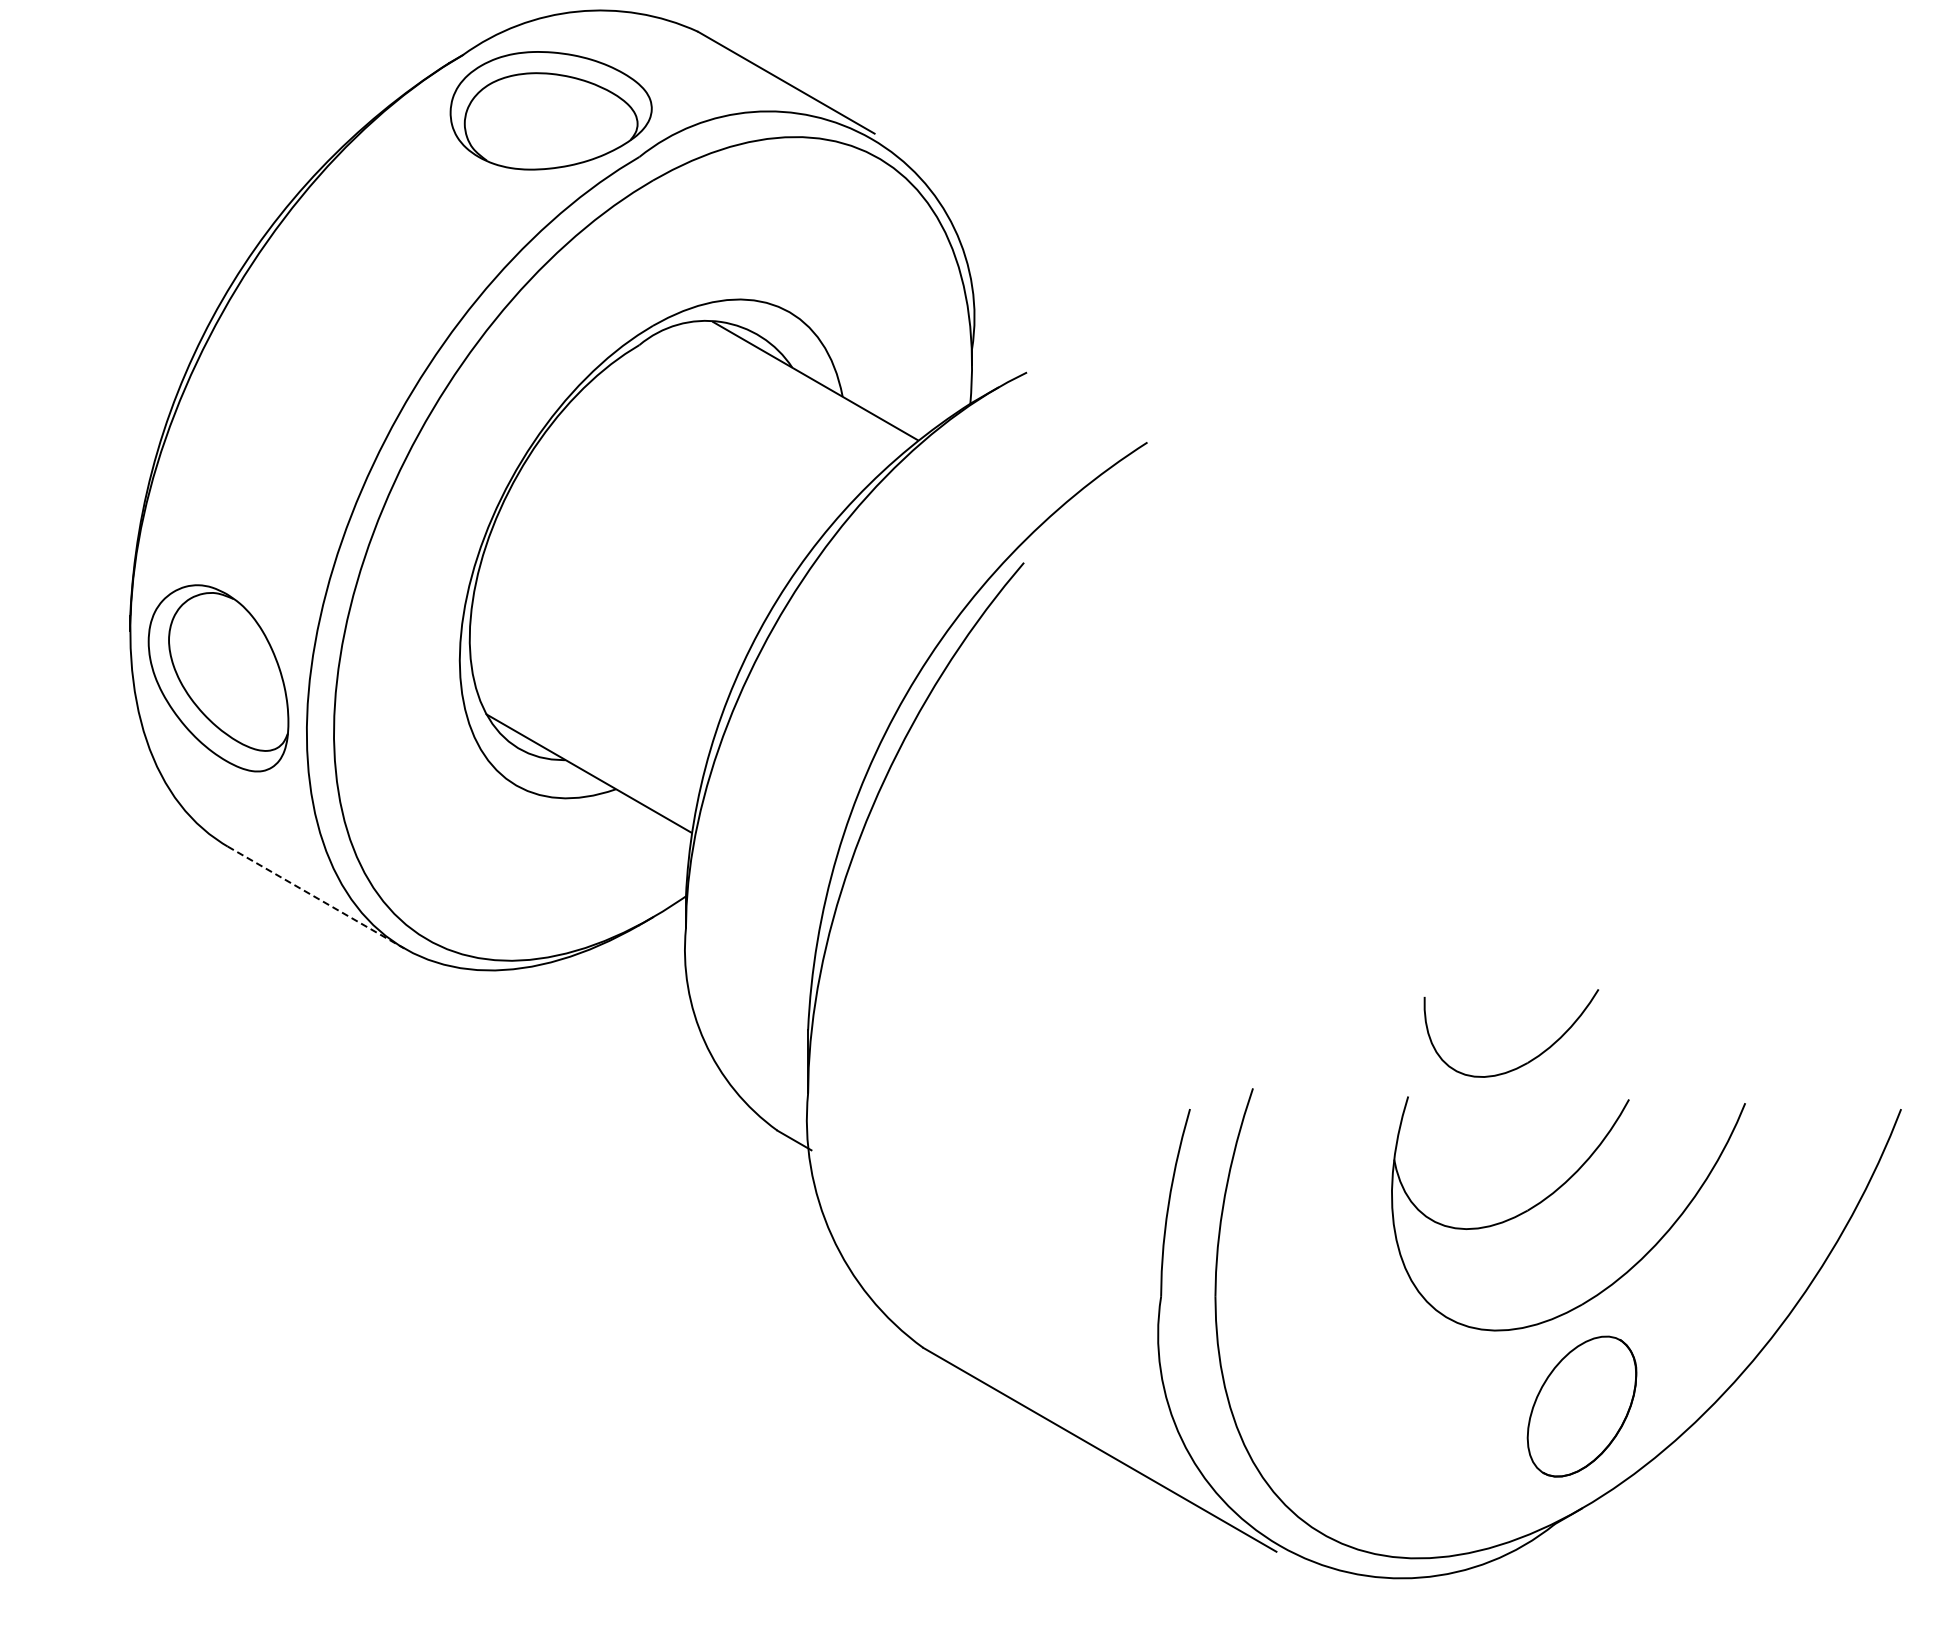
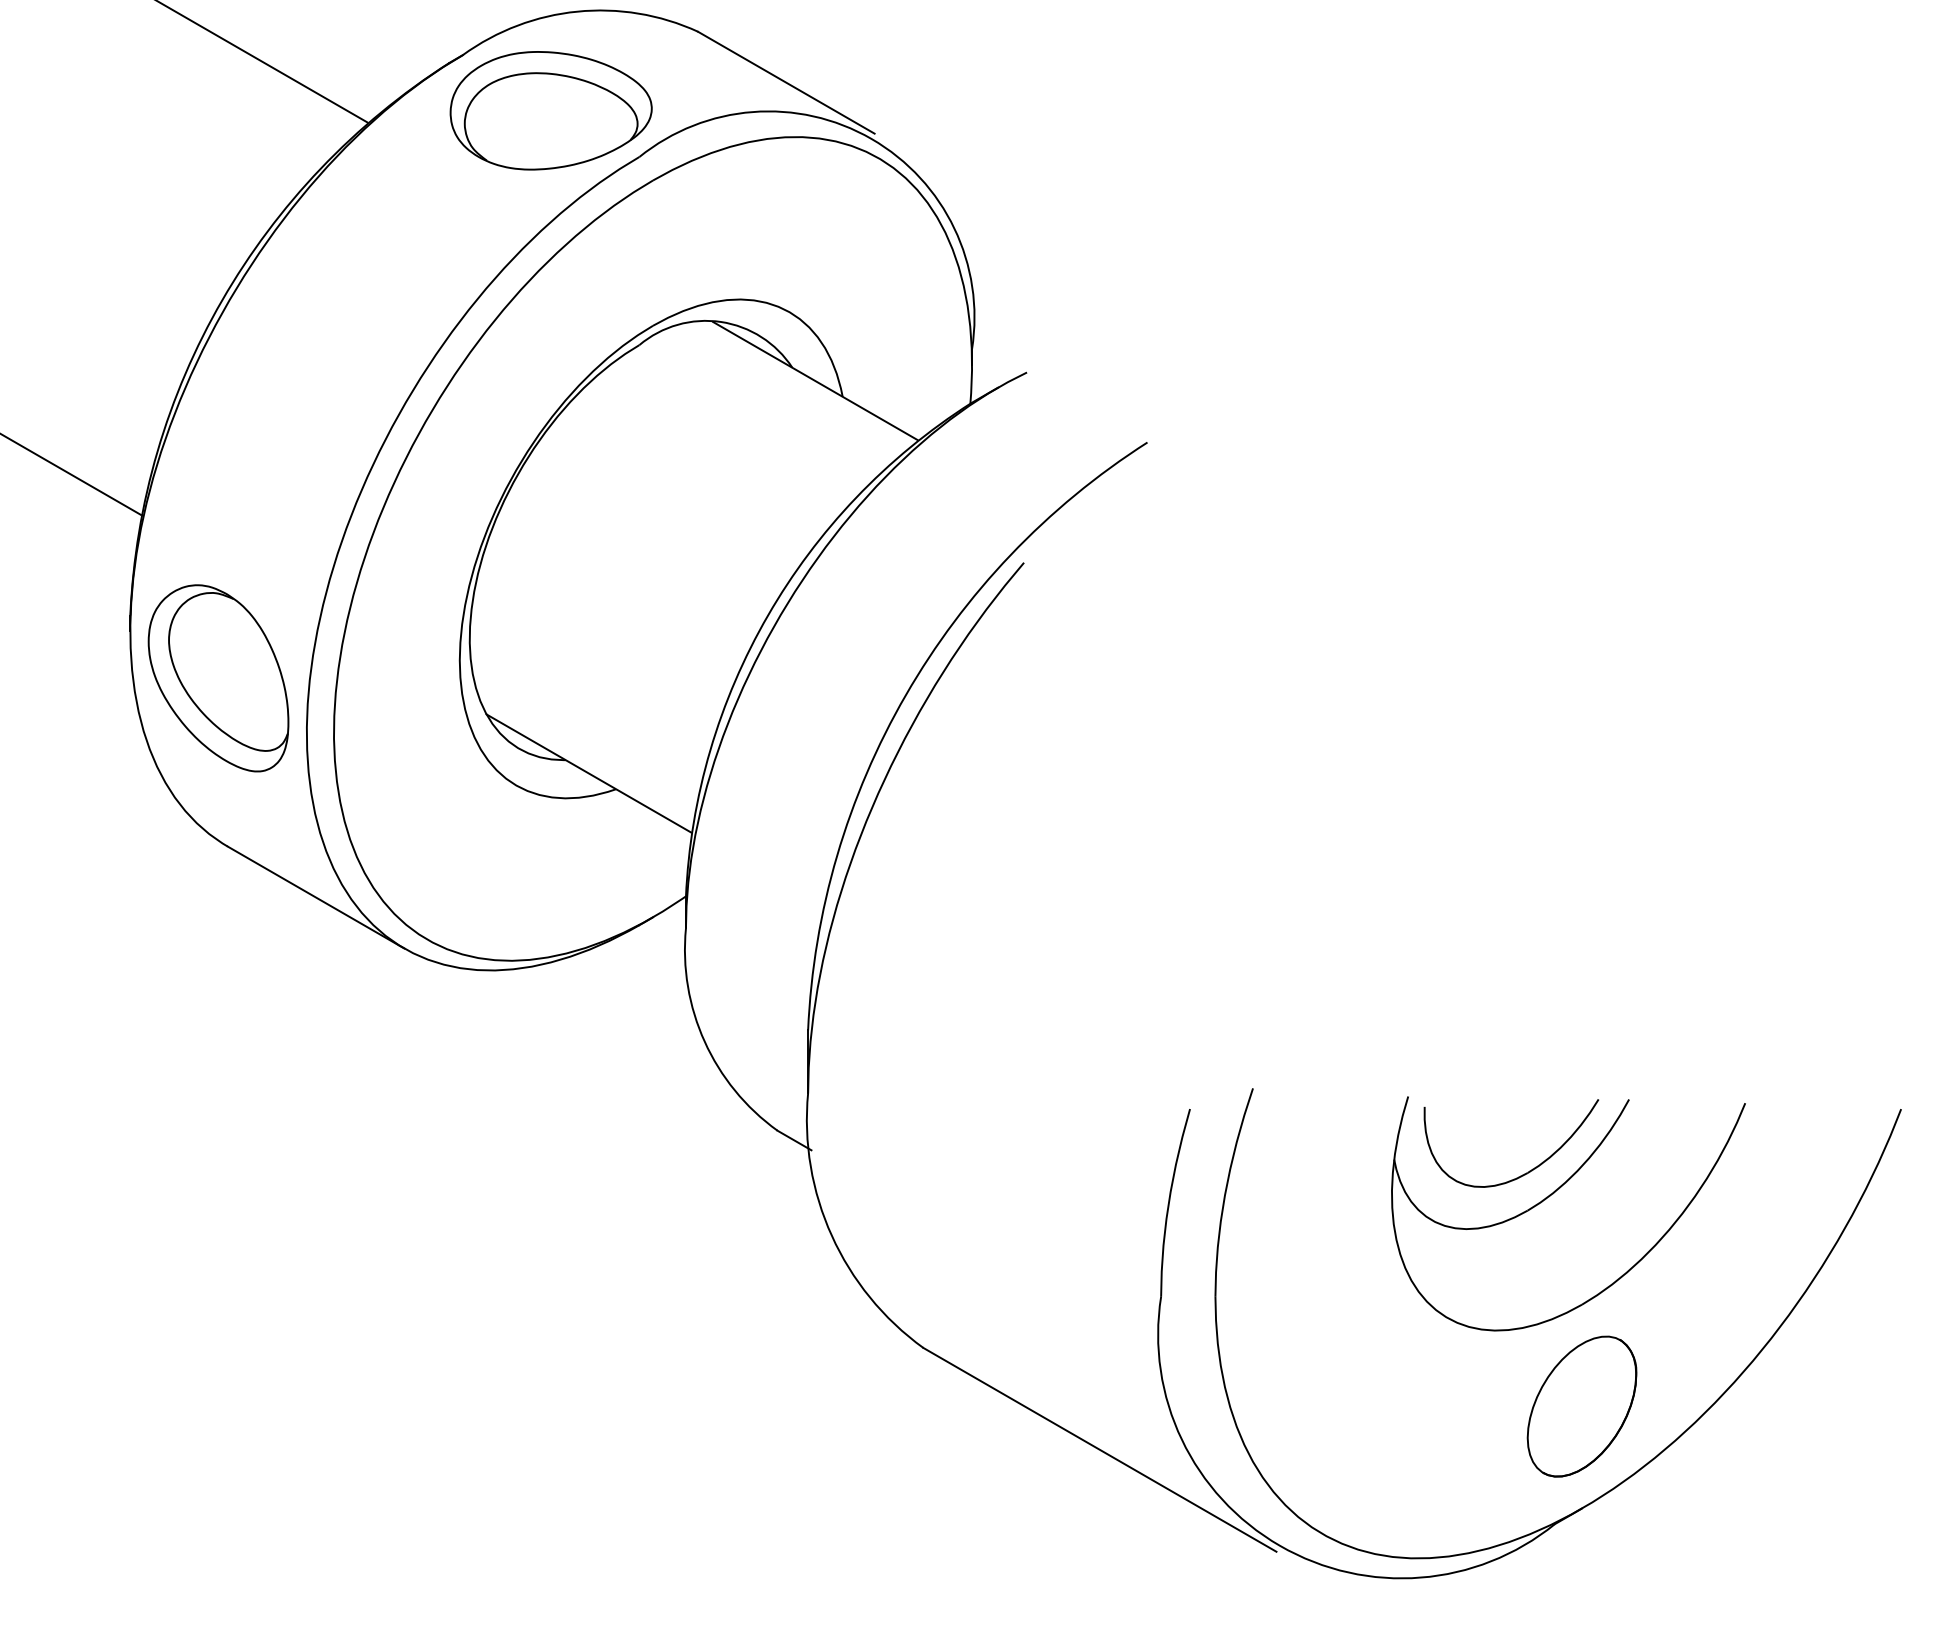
line at (263, 62): none -> present
line at (71, 474): none -> present
line at (316, 897): dashed -> solid
part at (1529, 1060) position: (1529, 1060) -> (1529, 1170)
